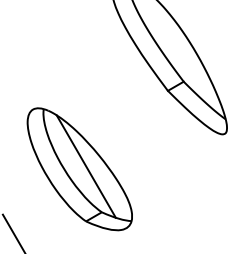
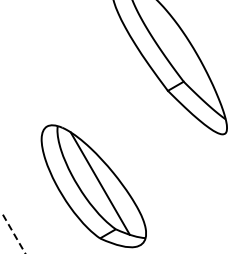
part at (79, 169) position: (79, 169) -> (93, 186)
line at (14, 234): solid -> dashed
